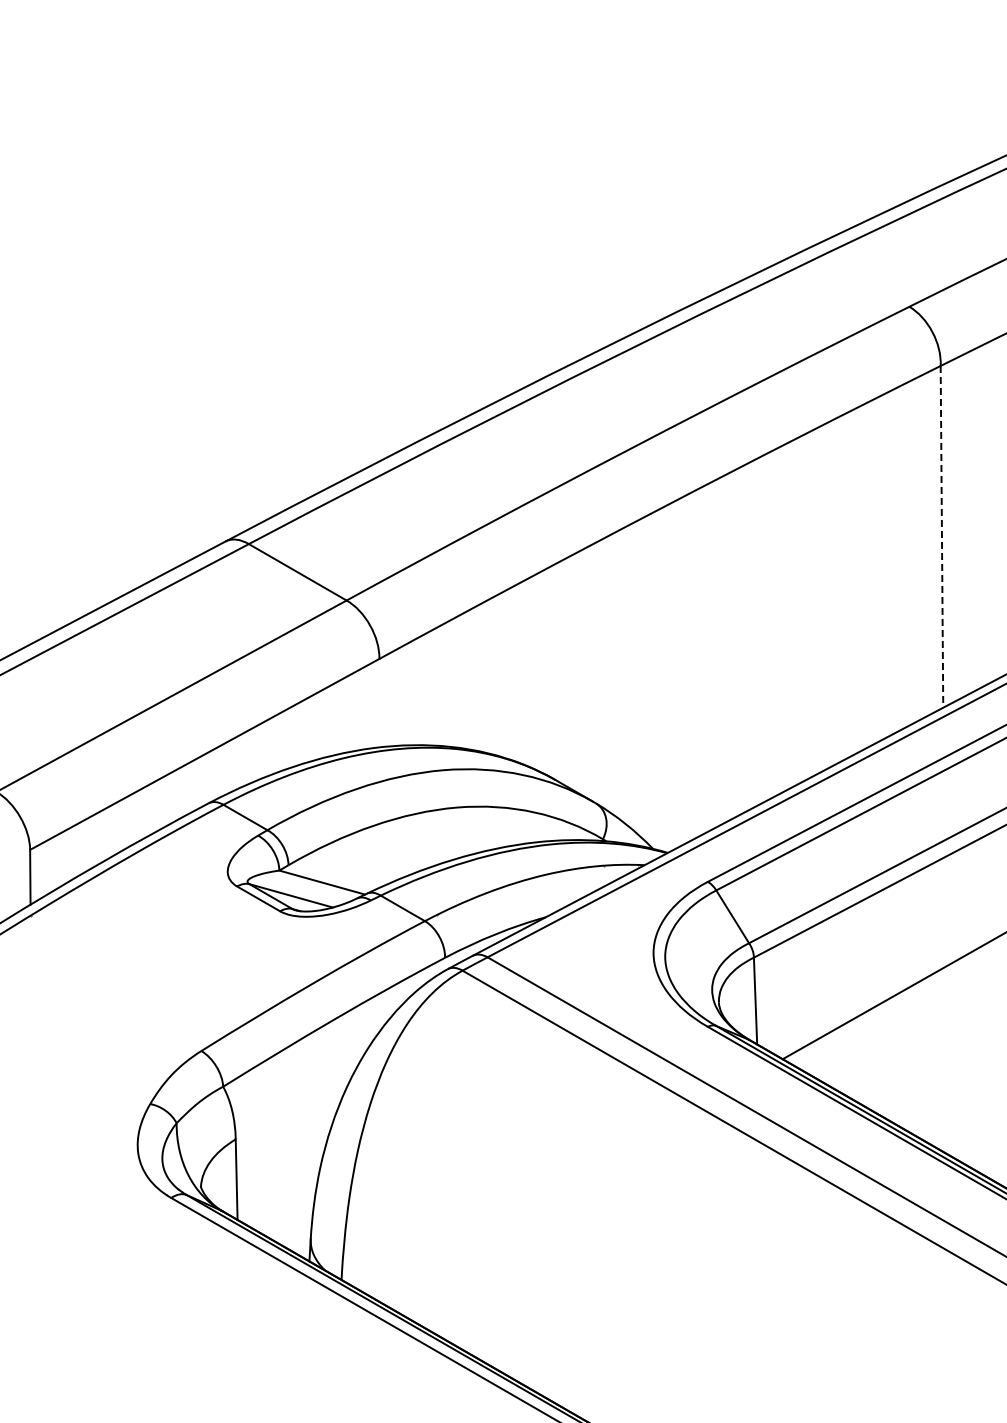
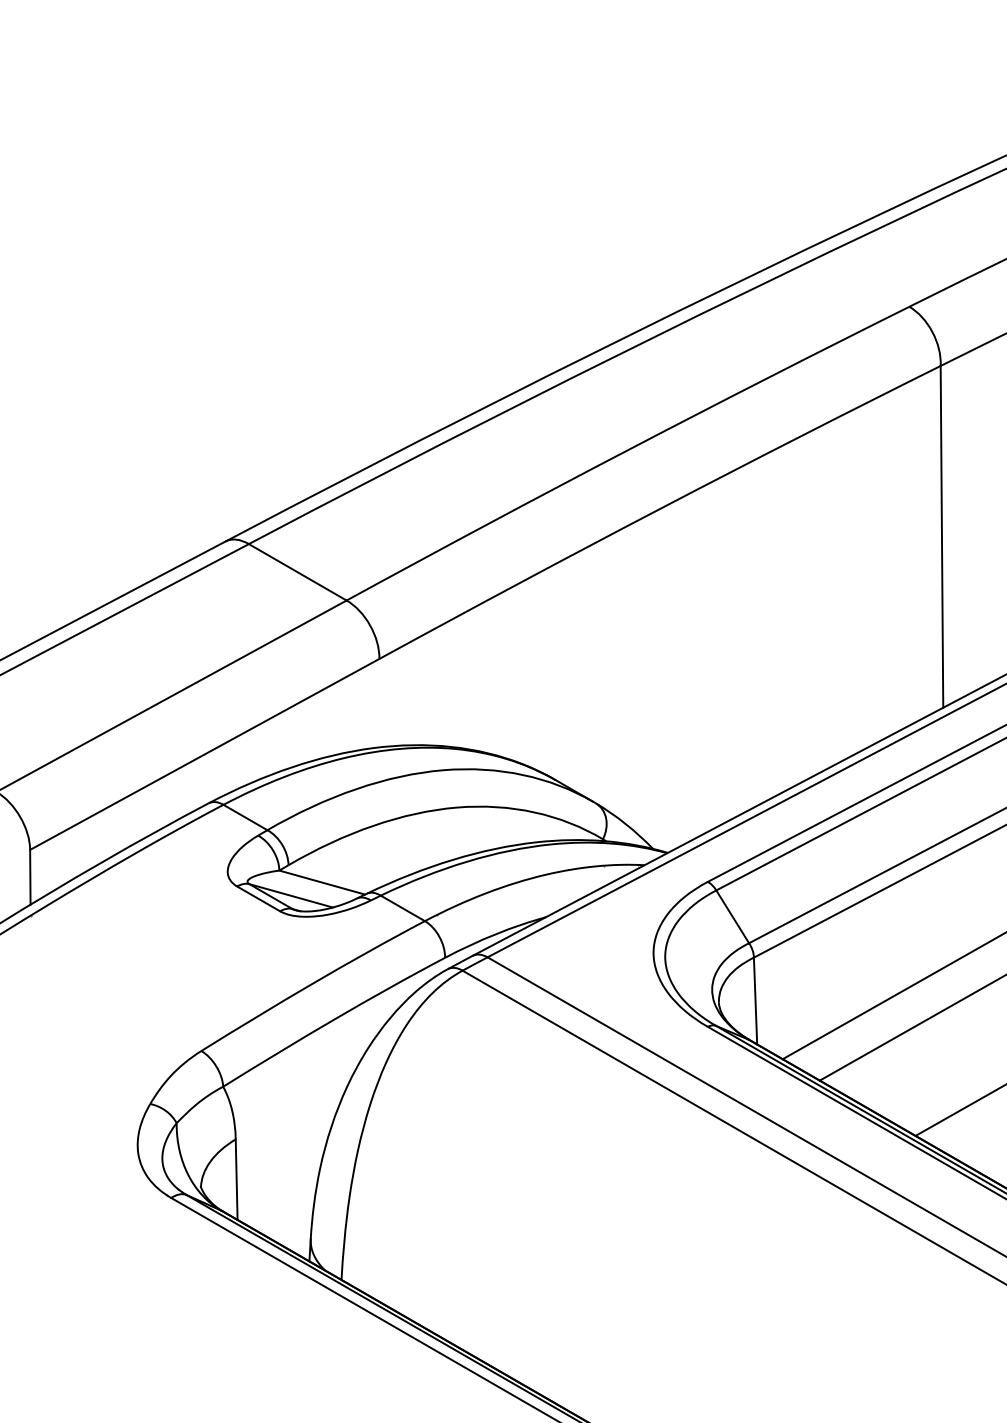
line at (941, 536): dashed -> solid
line at (911, 1028): none -> present
line at (959, 1110): none -> present
